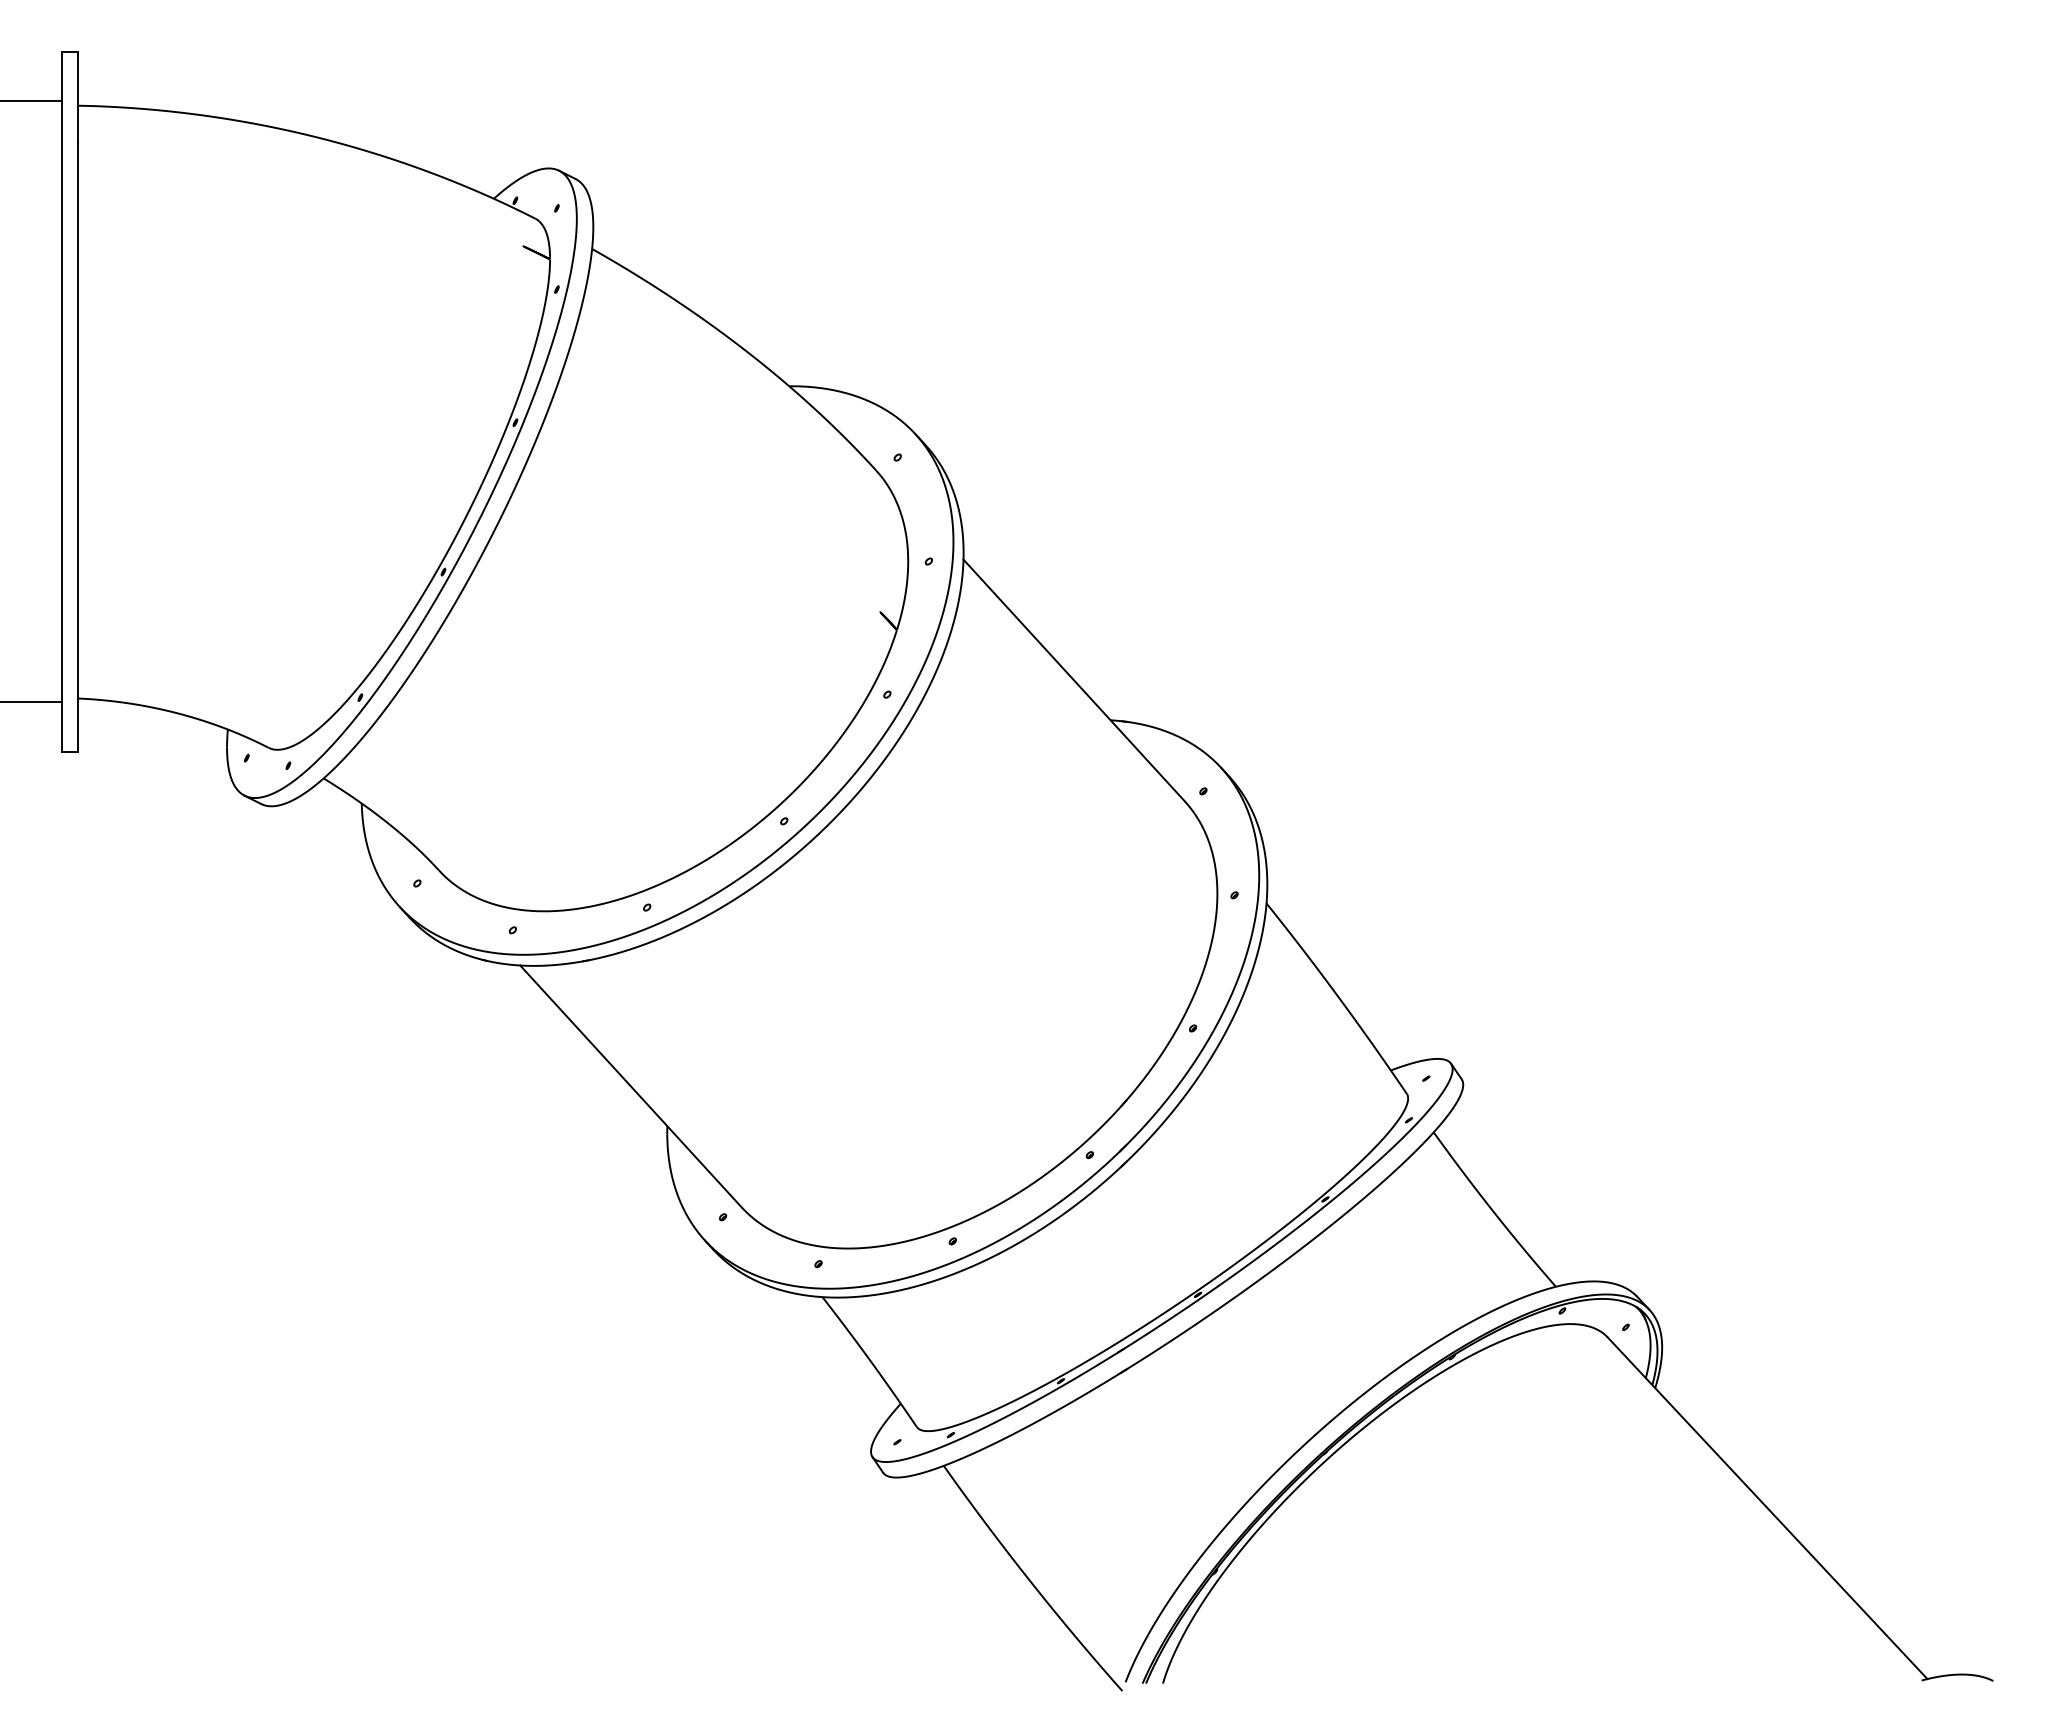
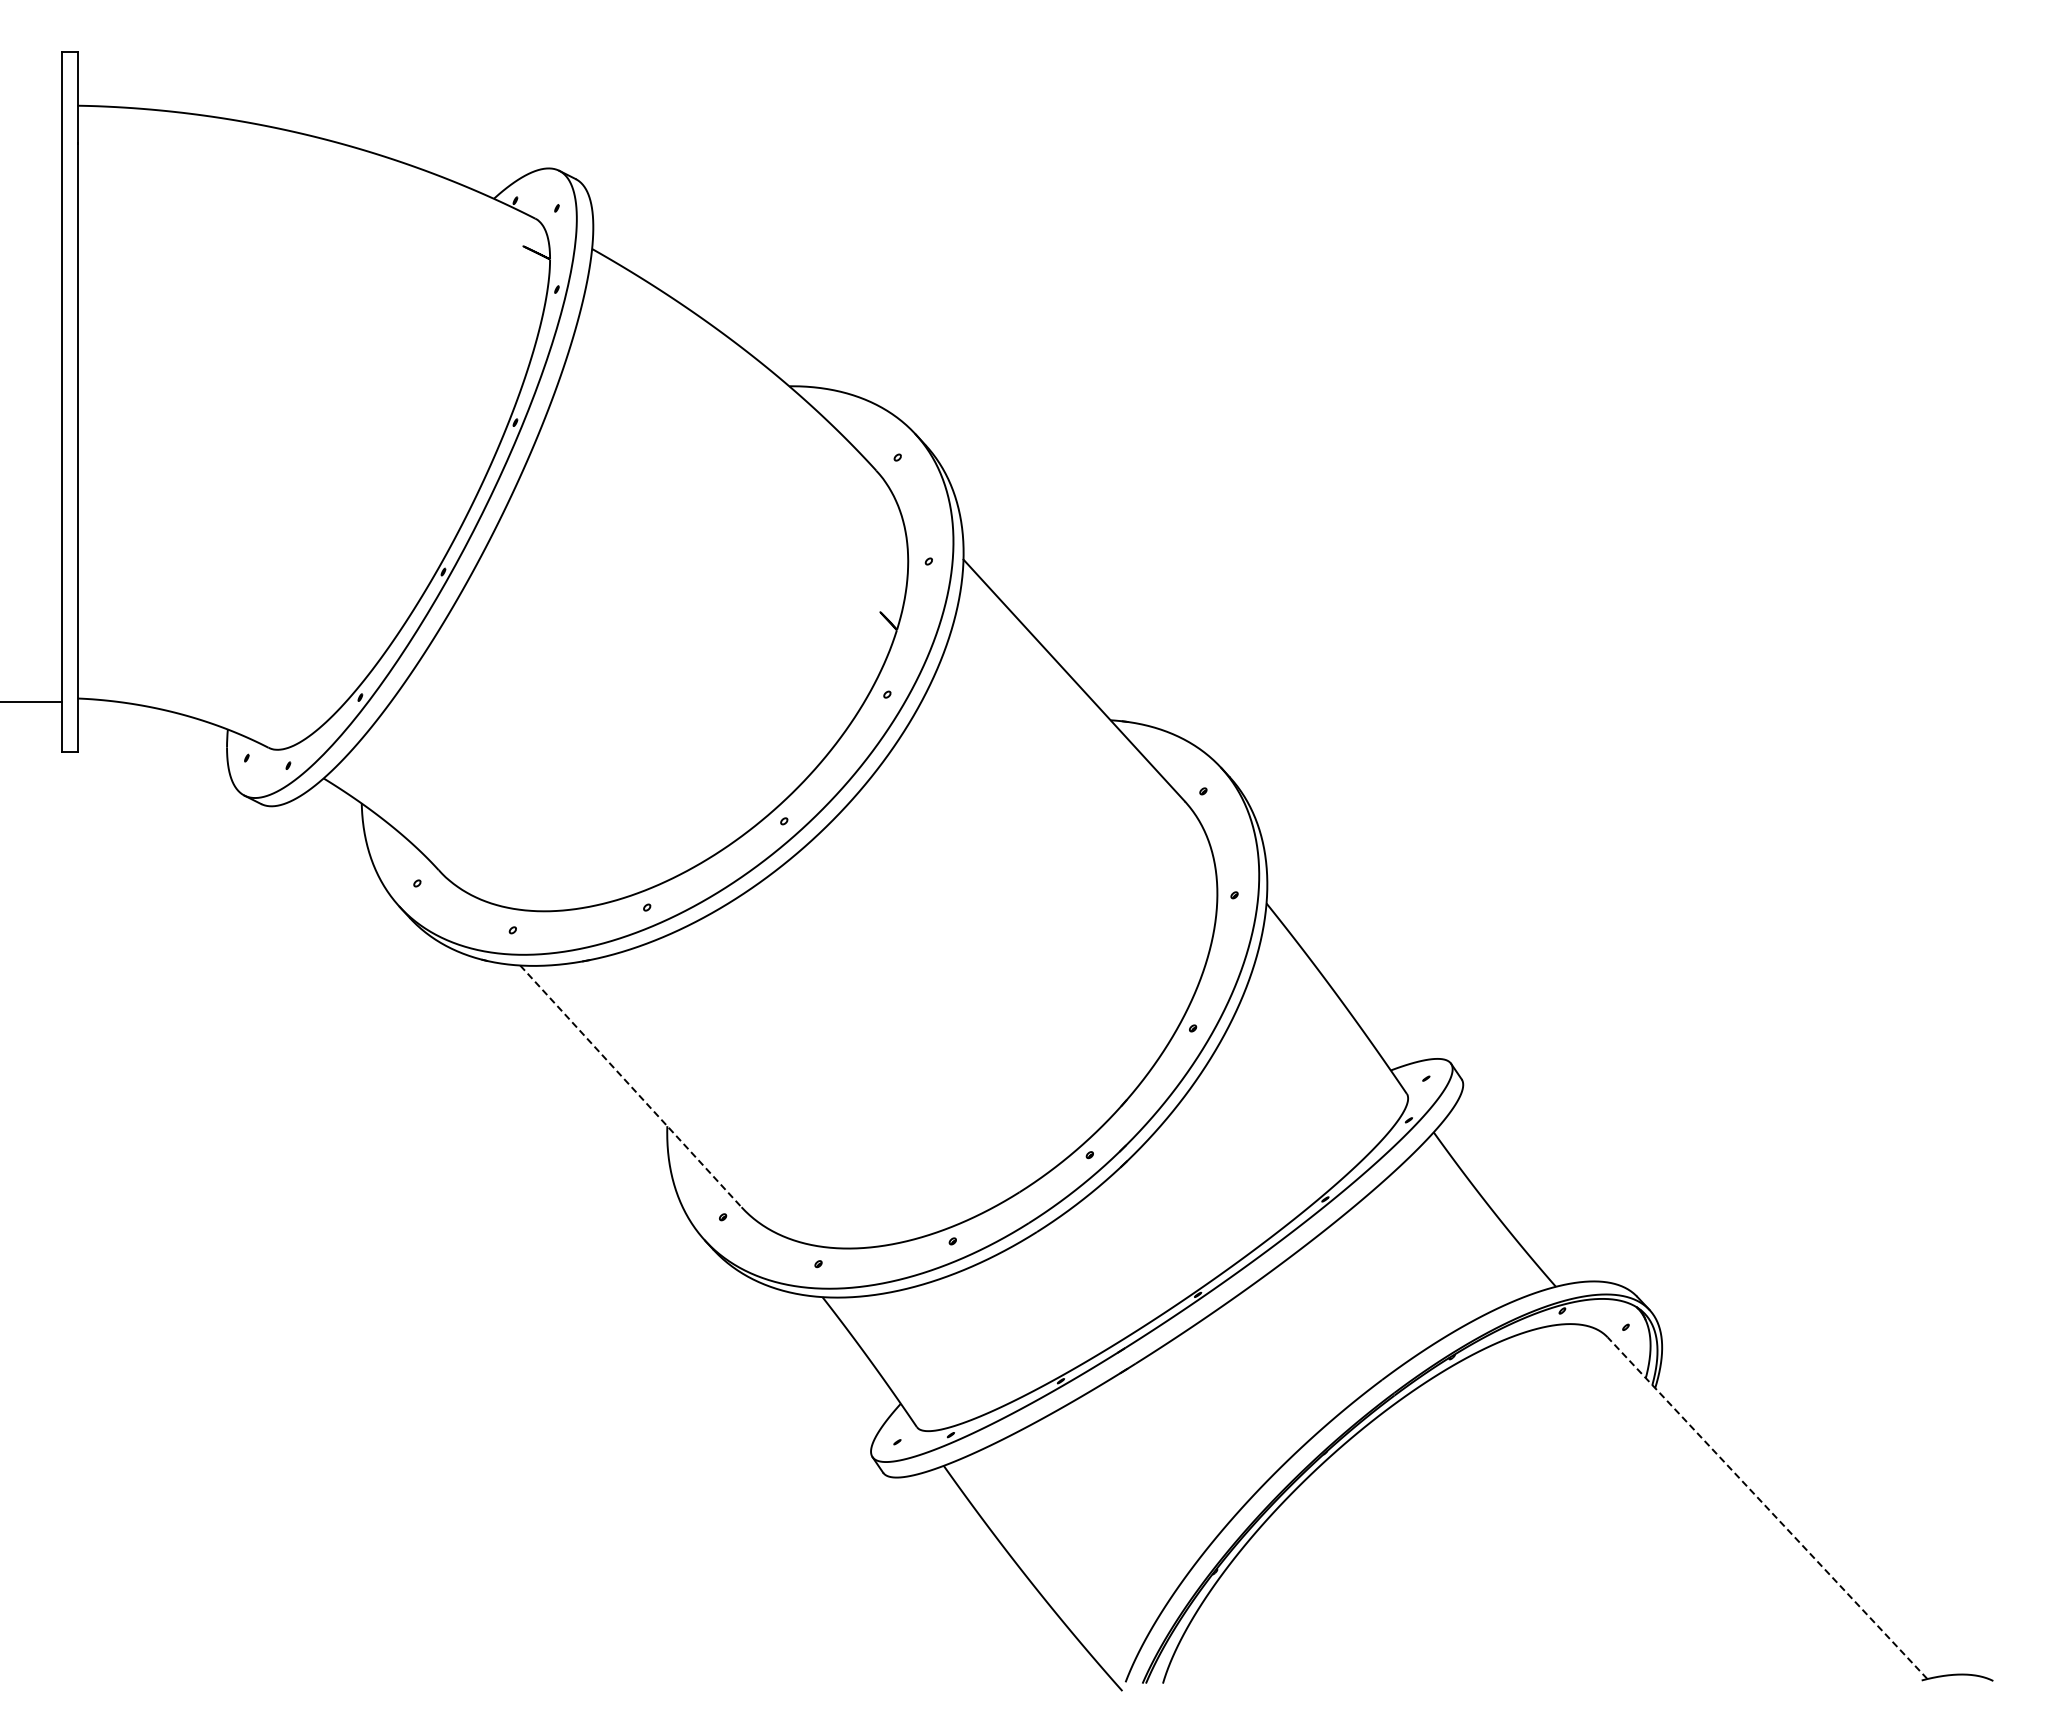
line at (32, 101): present -> none
line at (630, 1086): solid -> dashed
line at (1767, 1507): solid -> dashed
